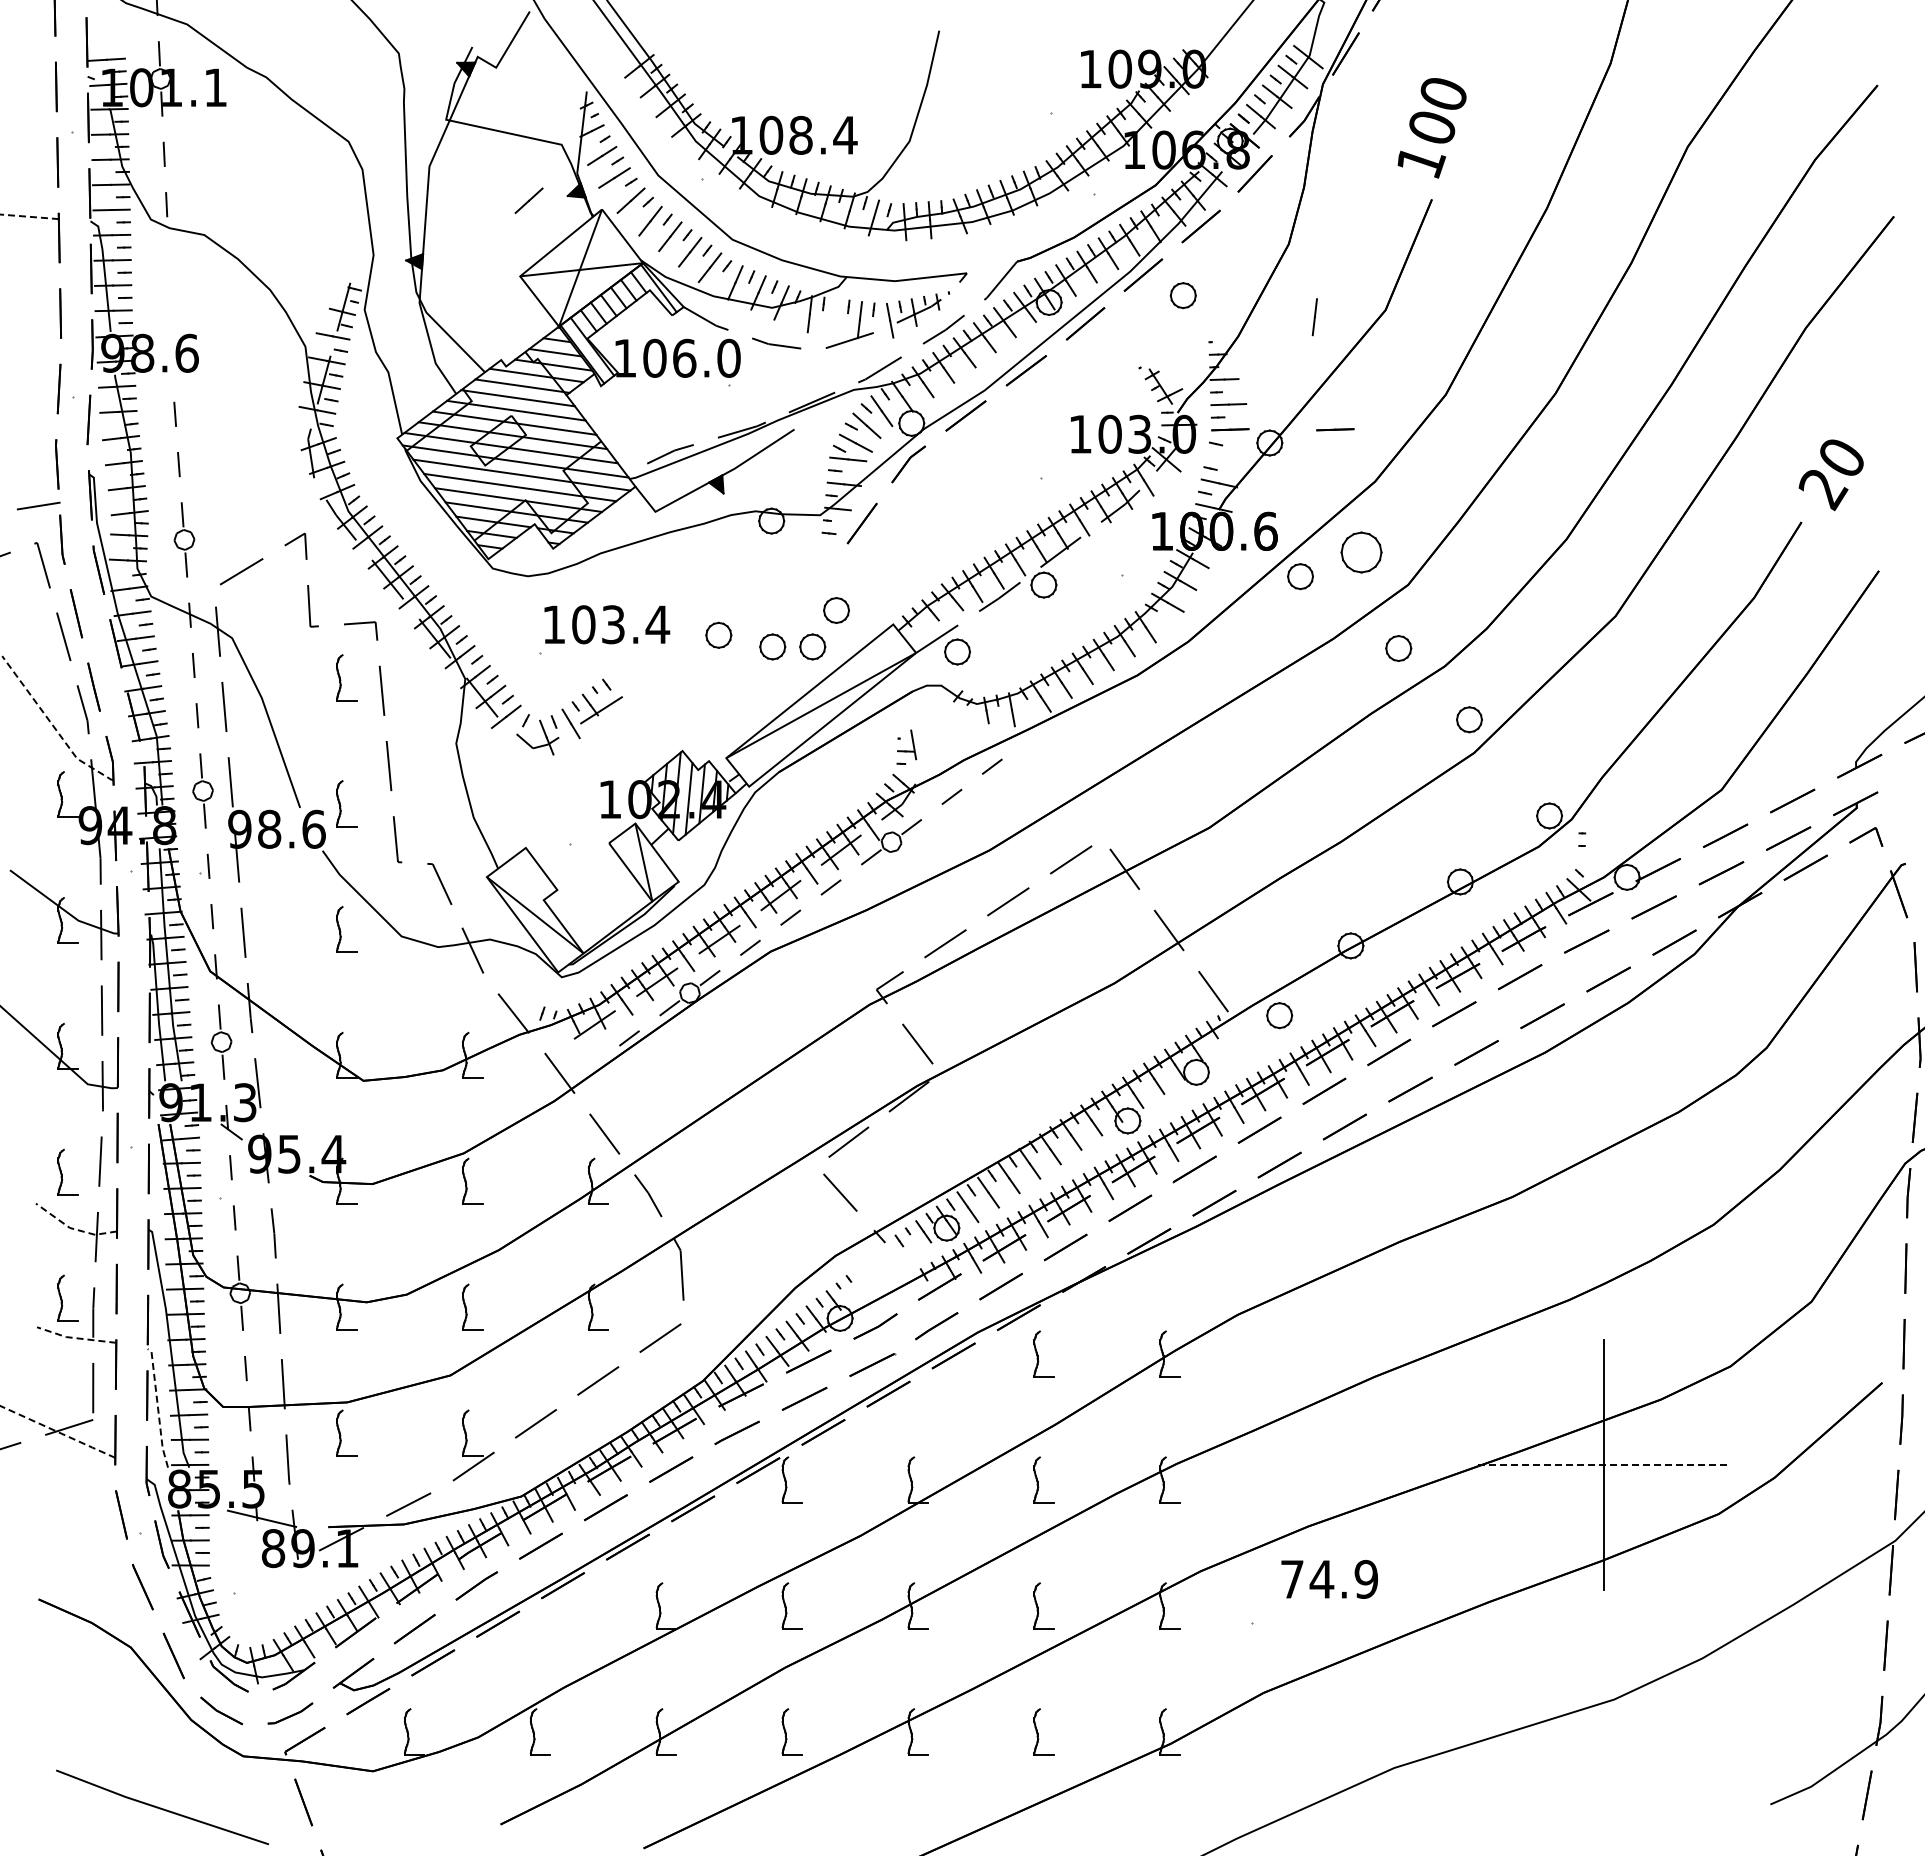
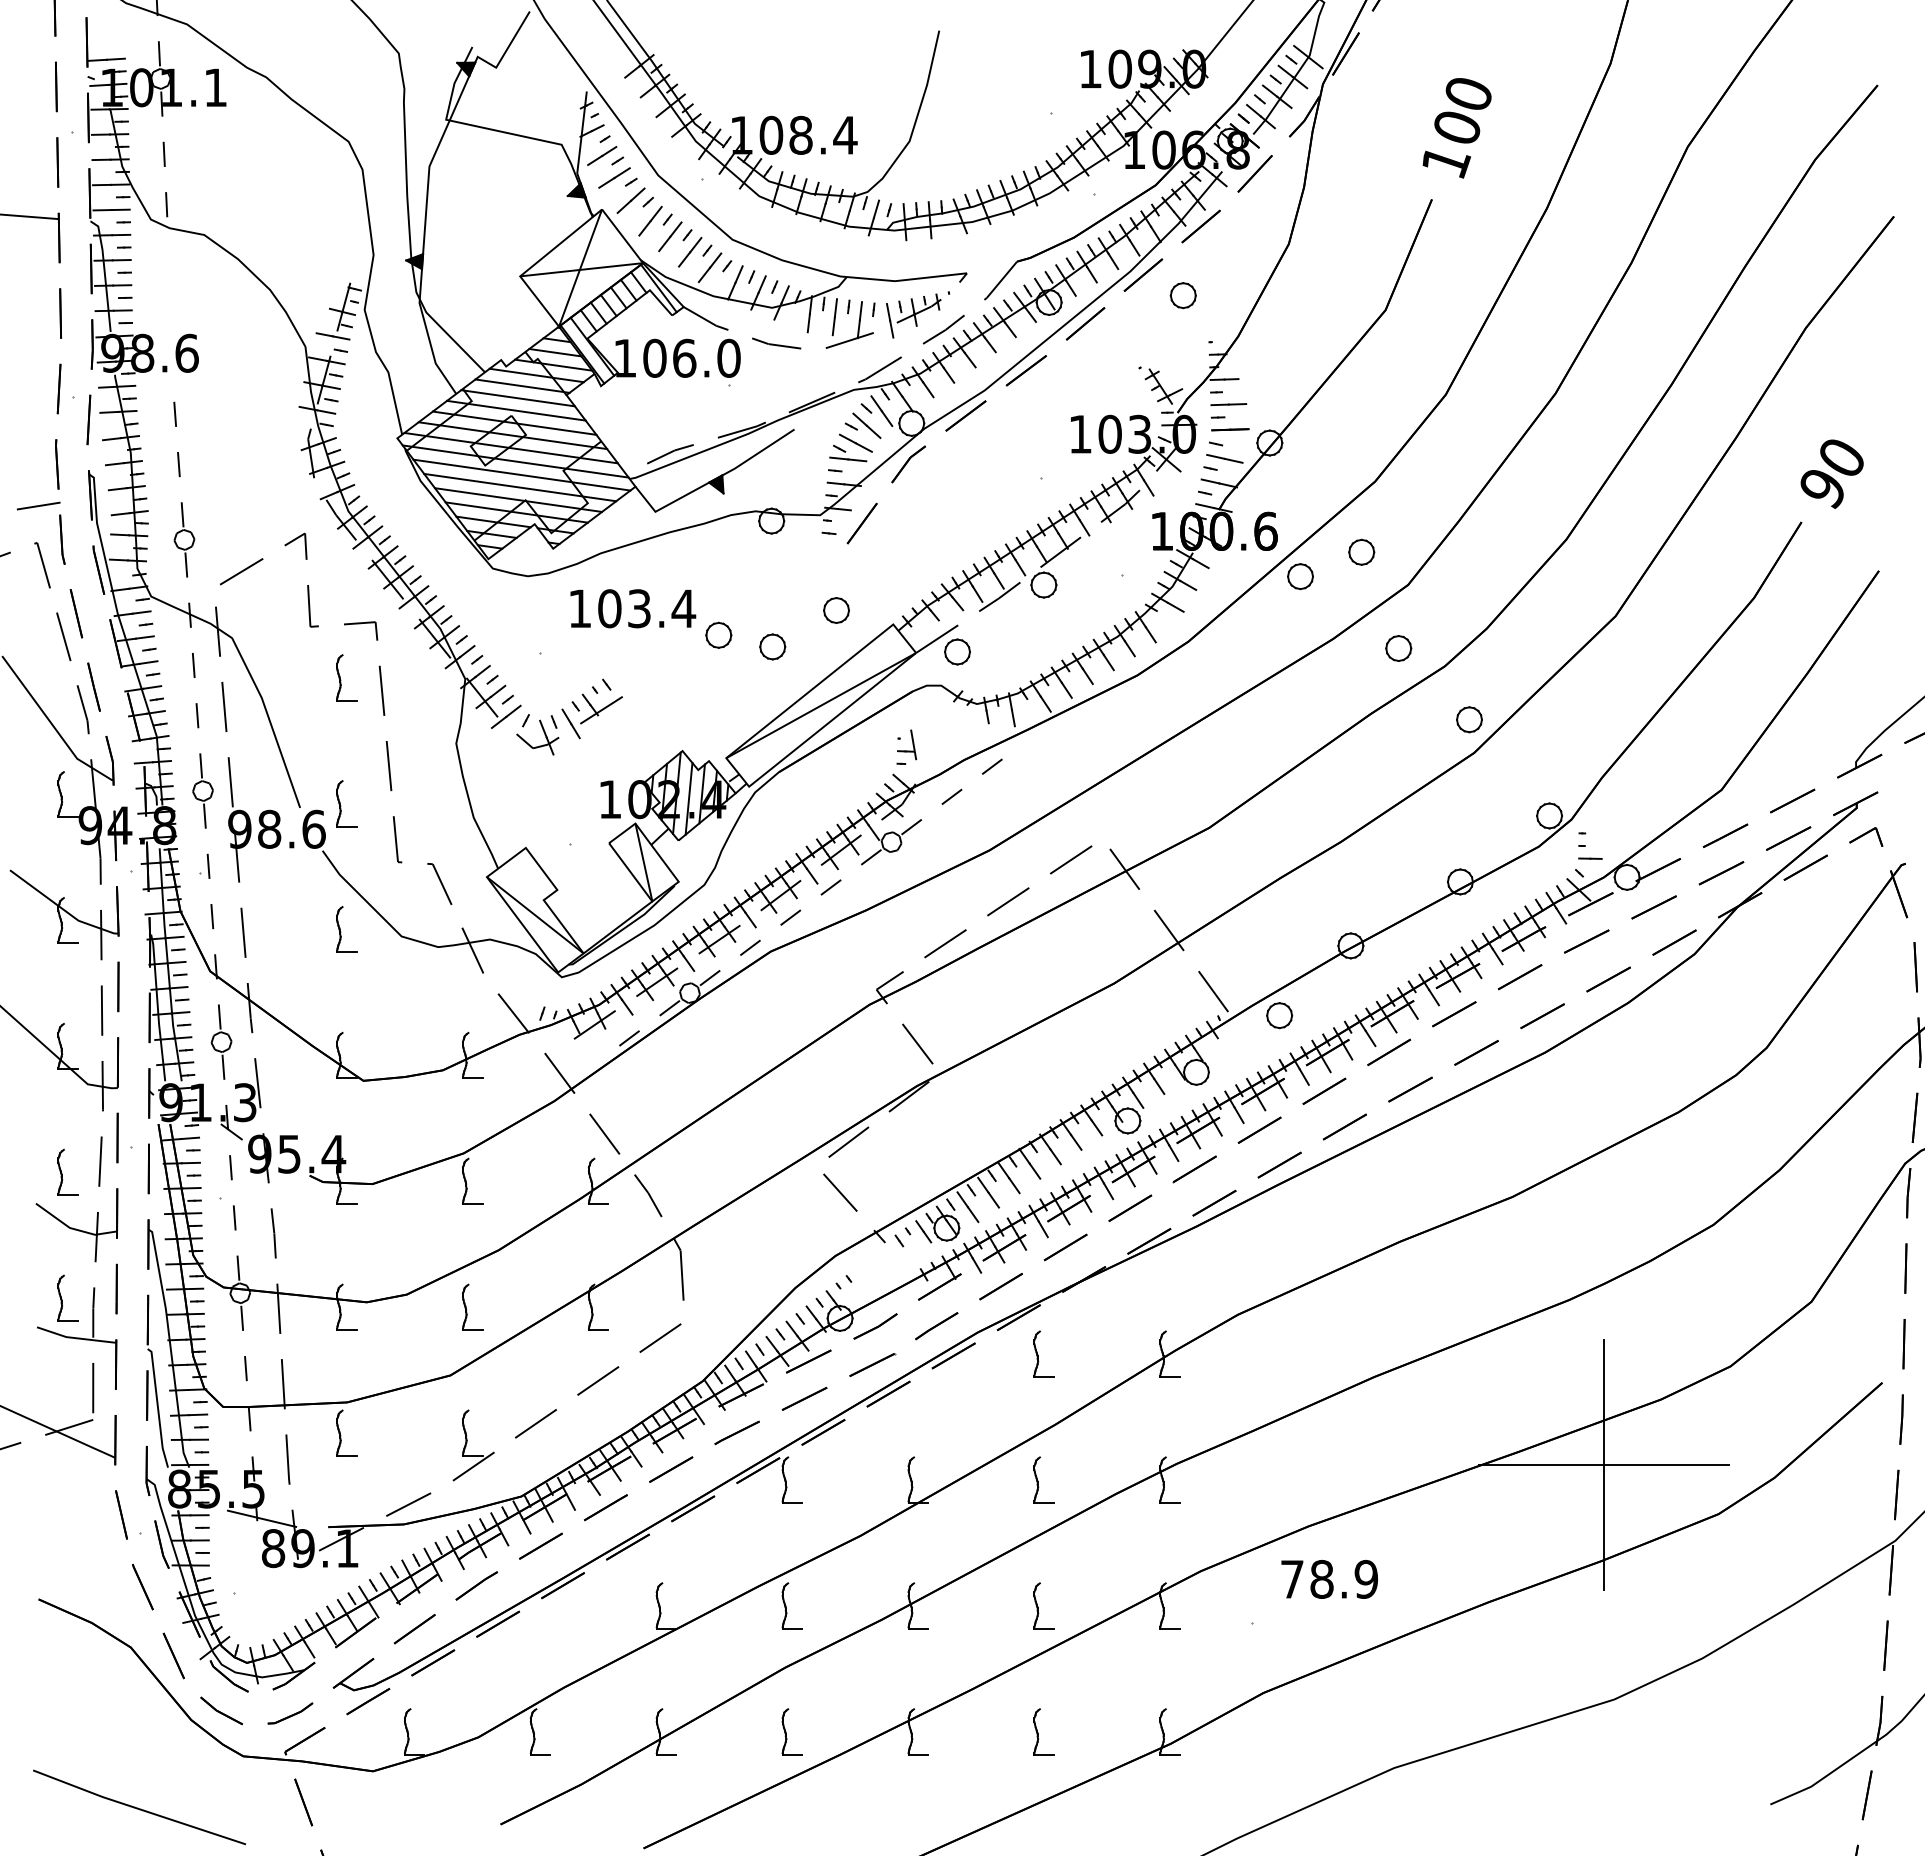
text at (1431, 128) position: (1431, 128) -> (1456, 128)
line at (528, 200): present -> none
line at (29, 216): dashed -> solid
line at (1314, 317) position: (1314, 317) -> (834, 317)
line at (1335, 429): present -> none
line at (1224, 458): none -> present
text at (1823, 490): 20 -> 90
part at (1361, 552) size: 43x43 px -> 28x28 px
text at (607, 624) position: (607, 624) -> (633, 608)
part at (812, 646): present -> none
line at (52, 725): dashed -> solid
line at (1590, 858): none -> present
line at (73, 1228): dashed -> solid
line at (75, 1338): dashed -> solid
line at (158, 1407): dashed -> solid
line at (59, 1432): dashed -> solid
line at (1604, 1465): dashed -> solid
text at (1321, 1578): 74.9 -> 78.9
line at (161, 1807) position: (161, 1807) -> (138, 1807)
